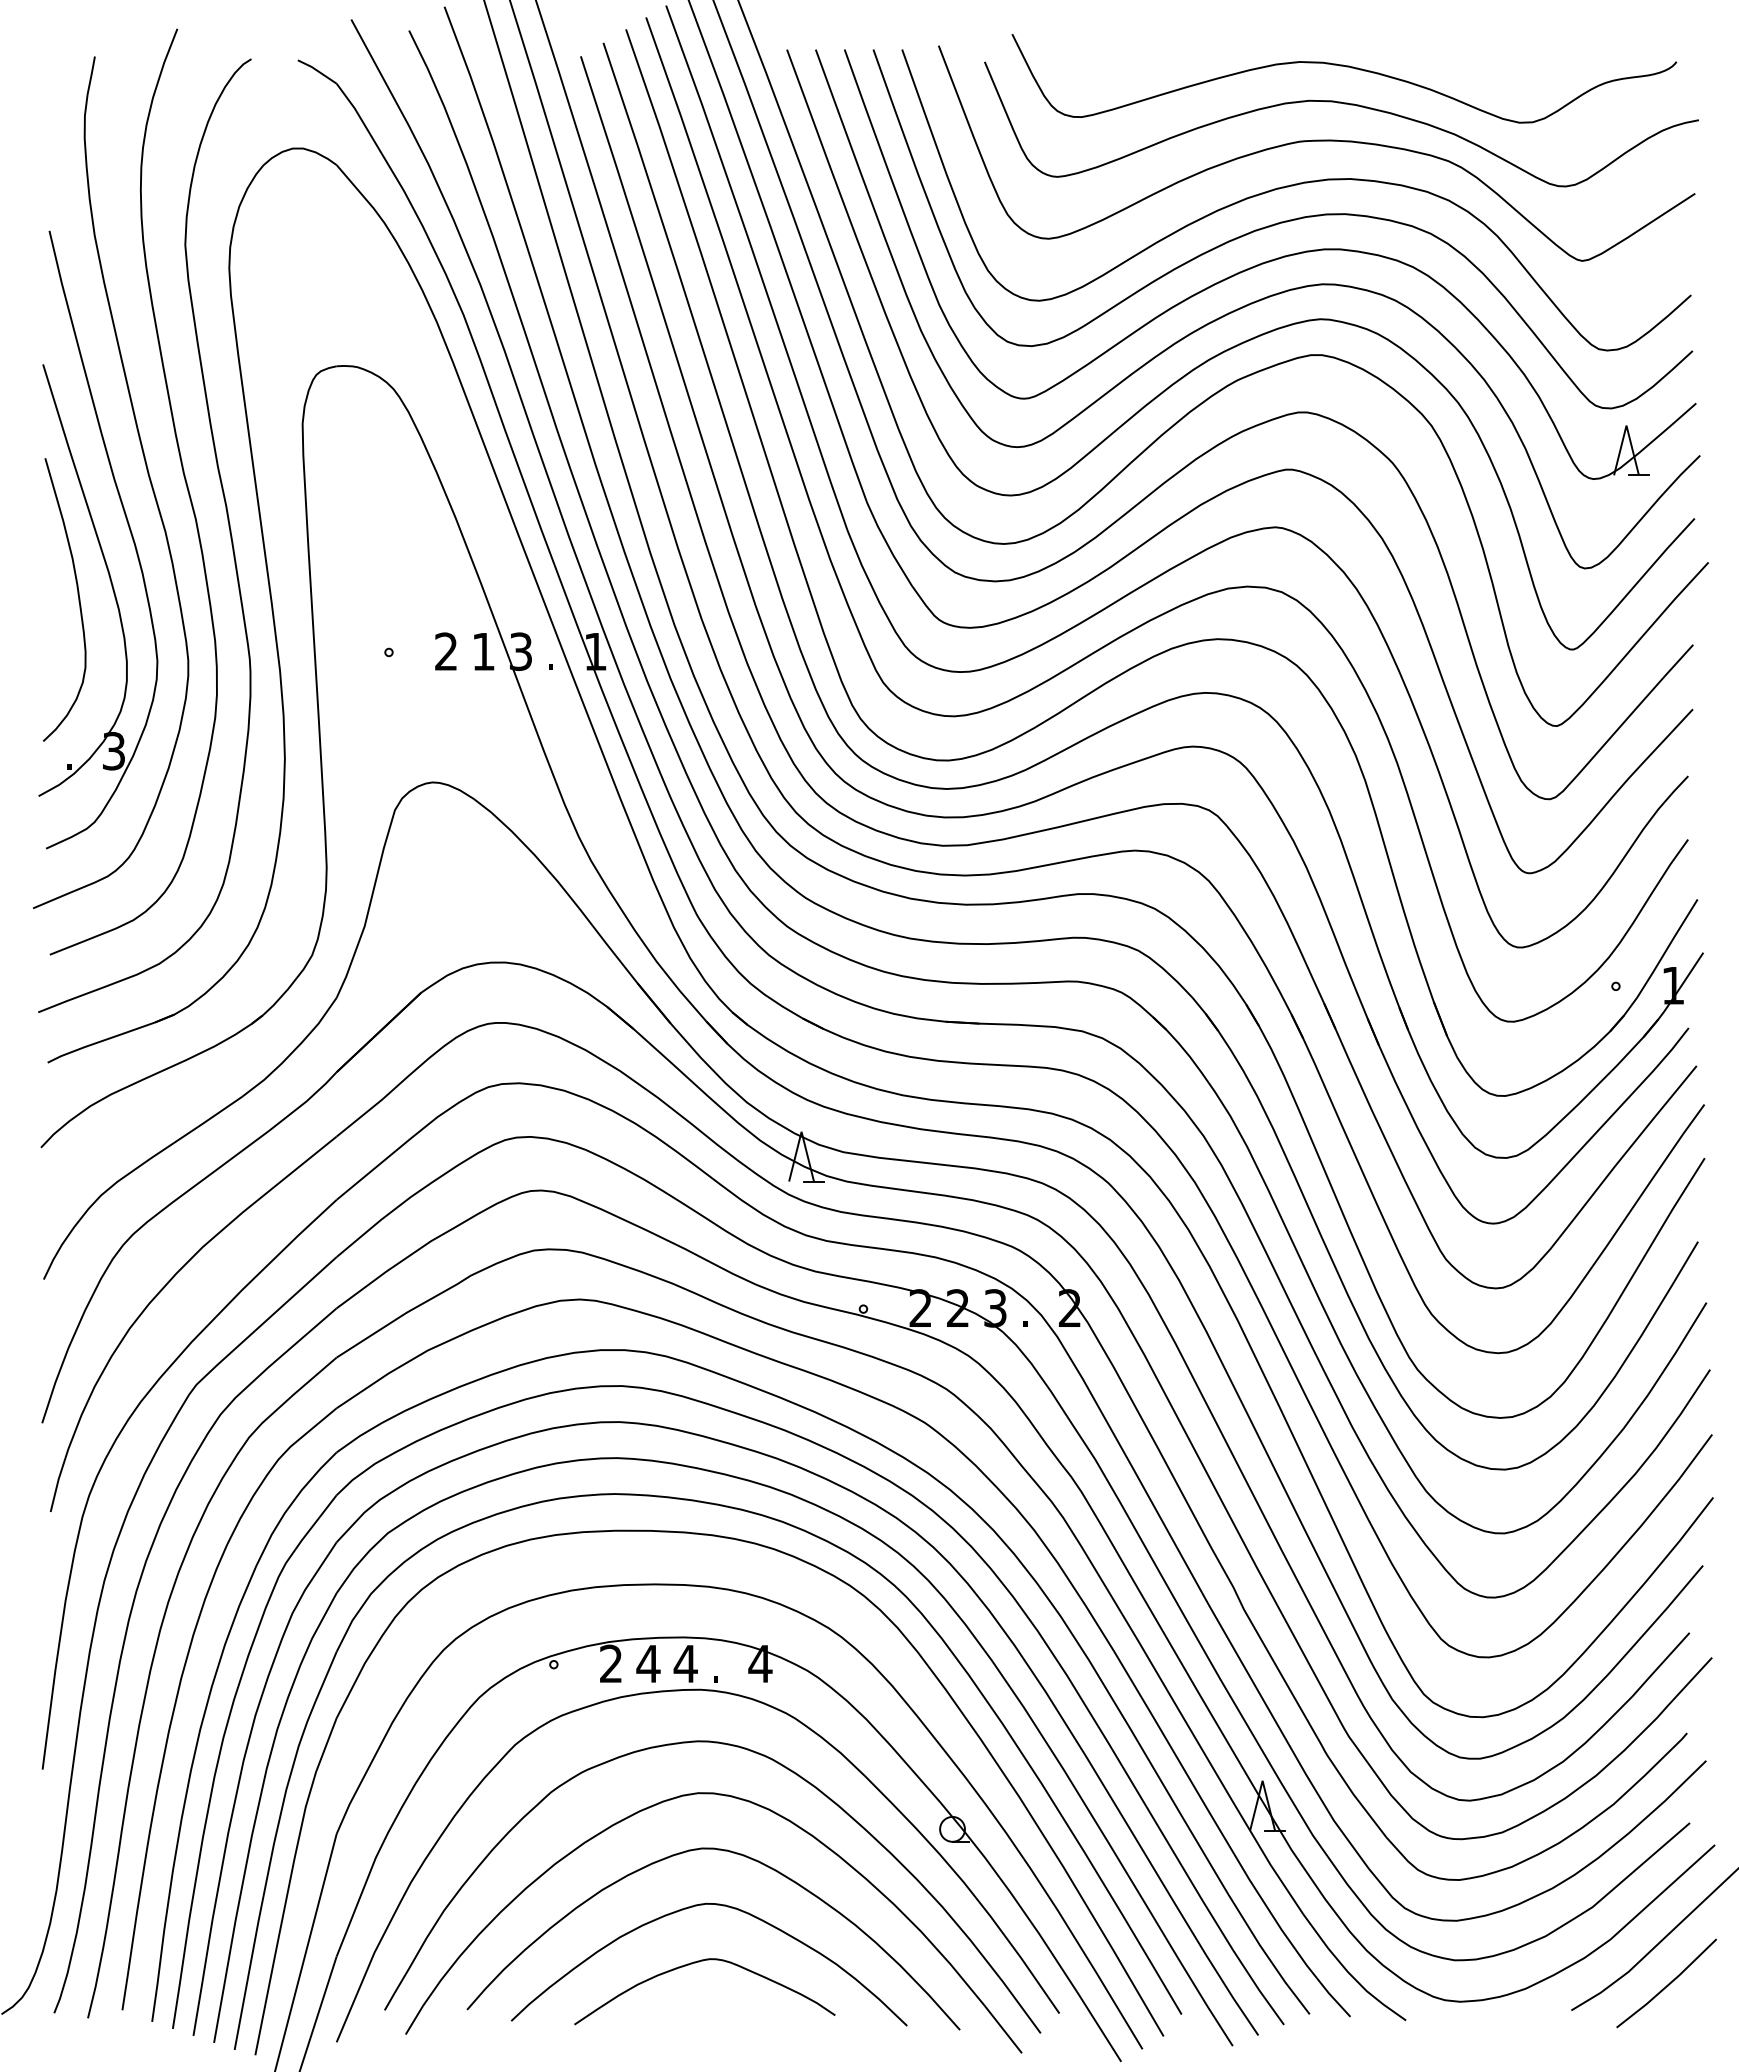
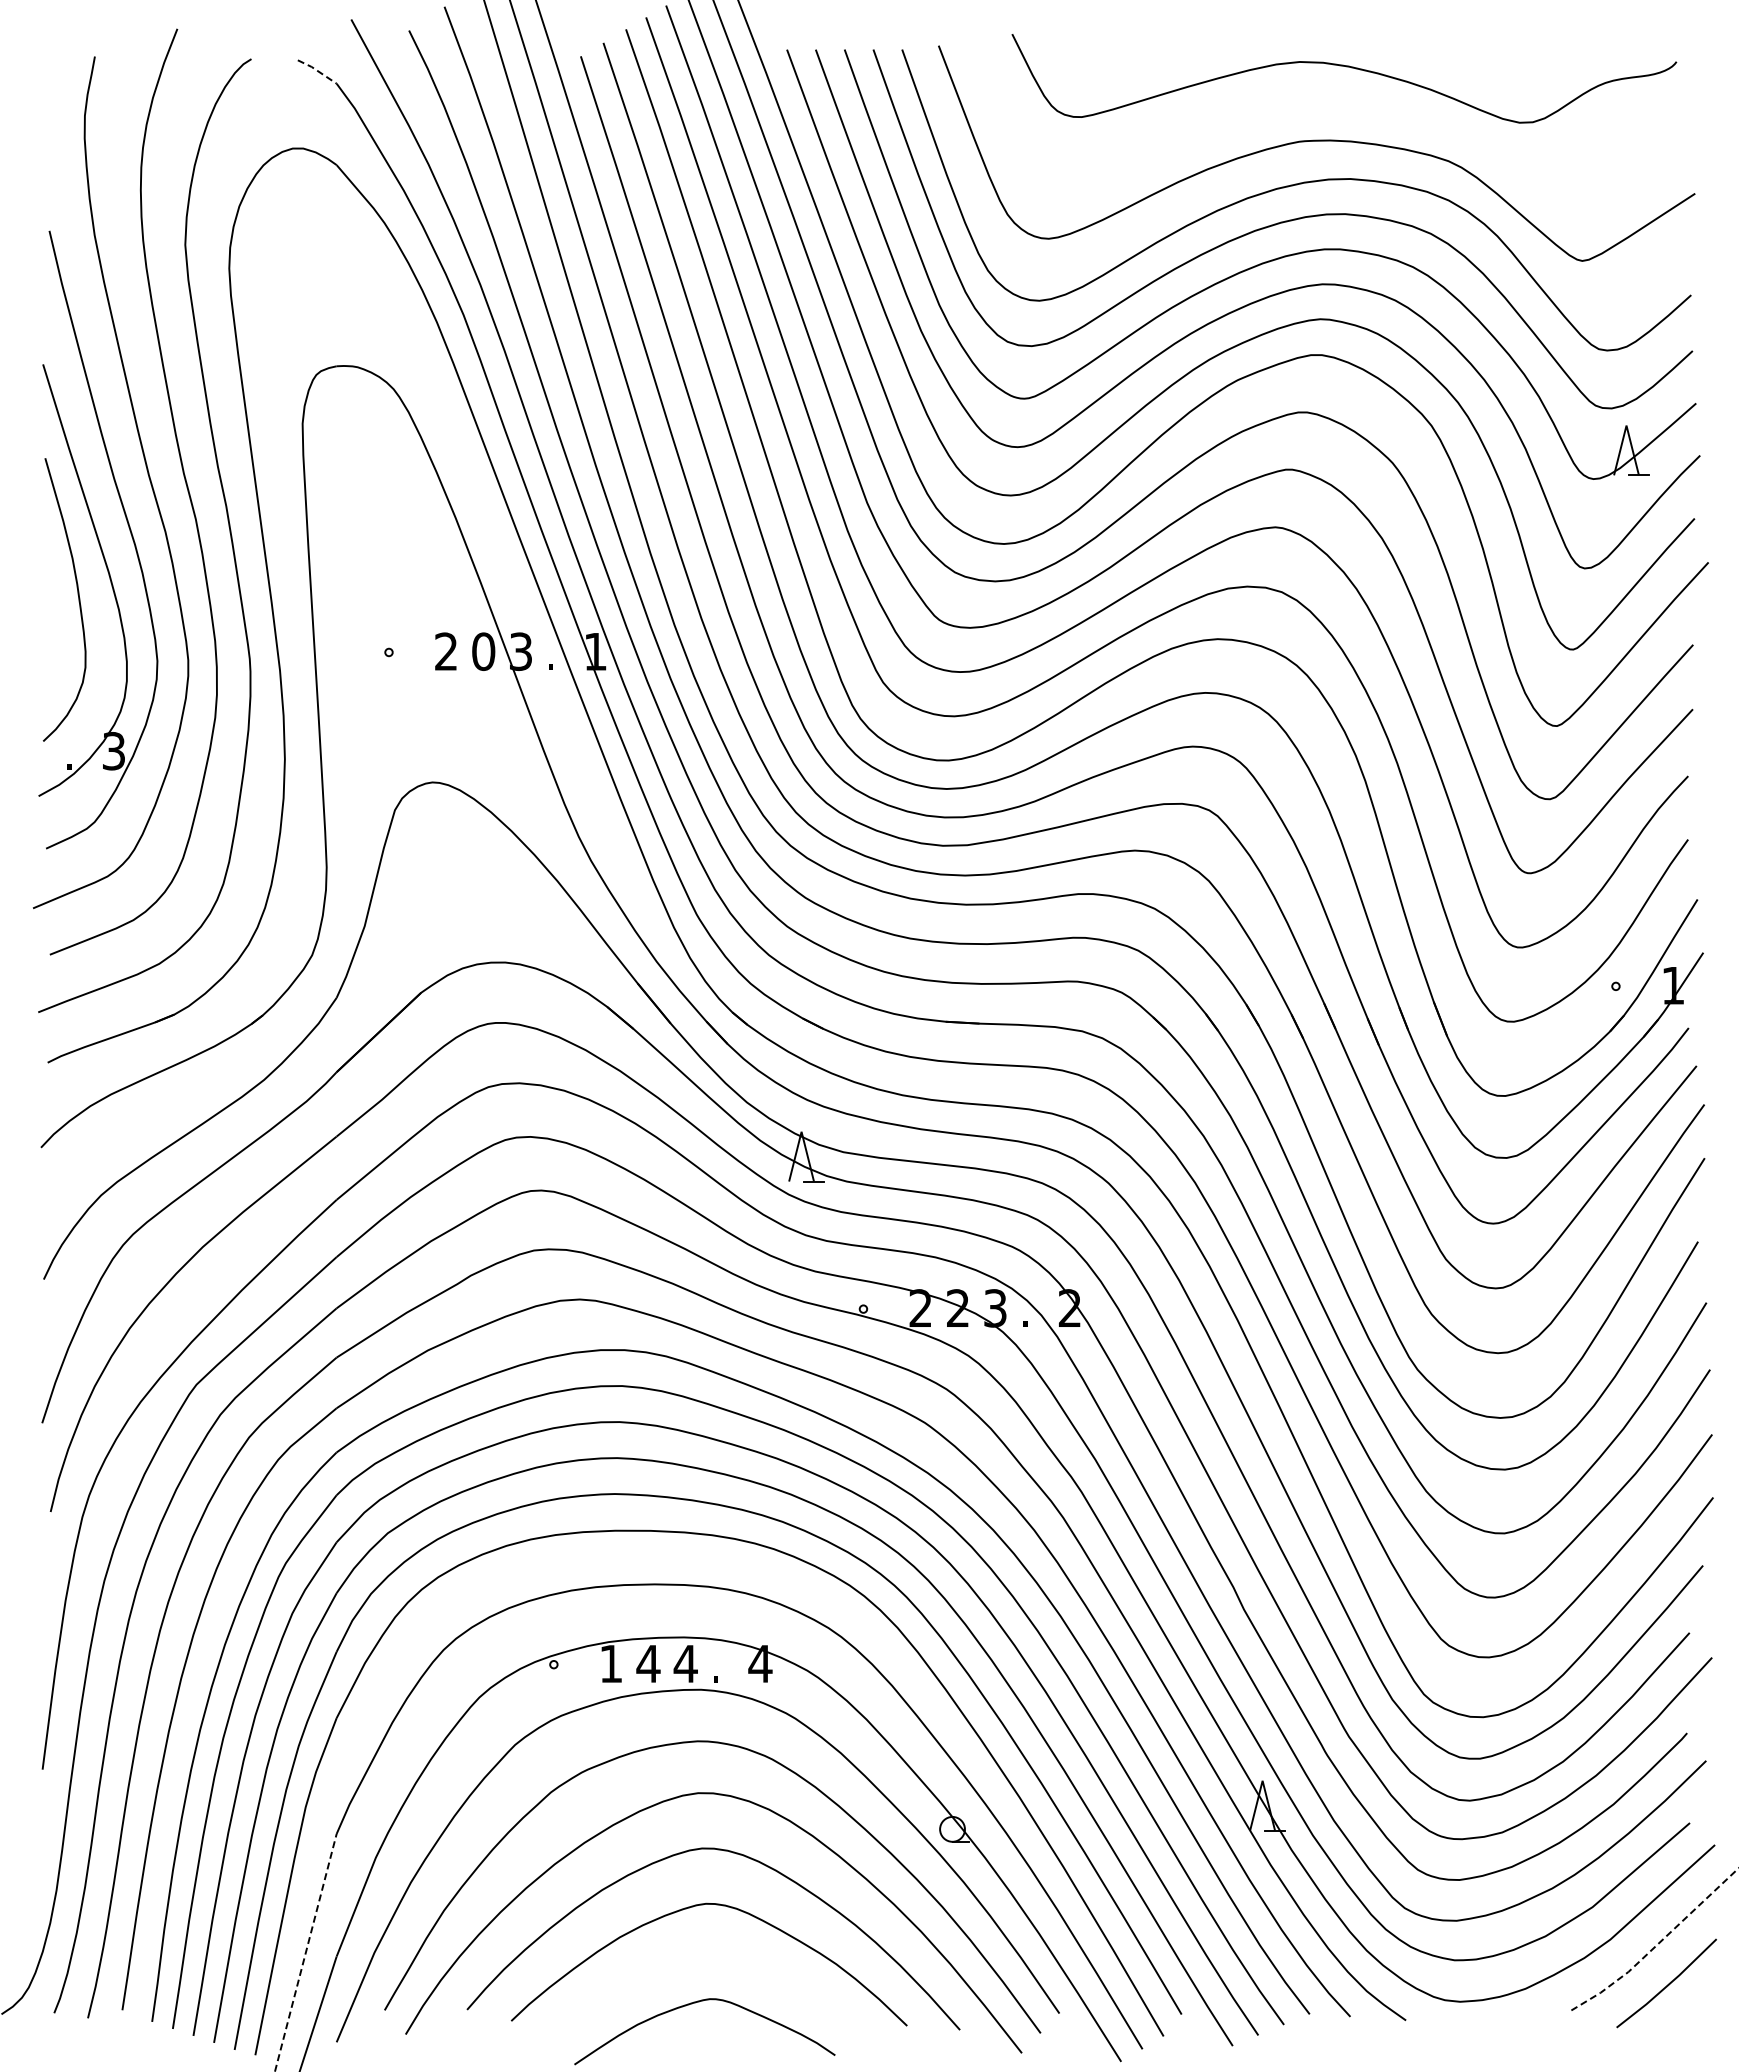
line at (317, 70): solid -> dashed
curve at (1344, 104): present -> none
text at (483, 651): 1 -> 0
text at (610, 1663): 2 -> 1
line at (1657, 1944): solid -> dashed
line at (305, 1952): solid -> dashed
curve at (695, 1963) position: (695, 1963) -> (695, 2003)
